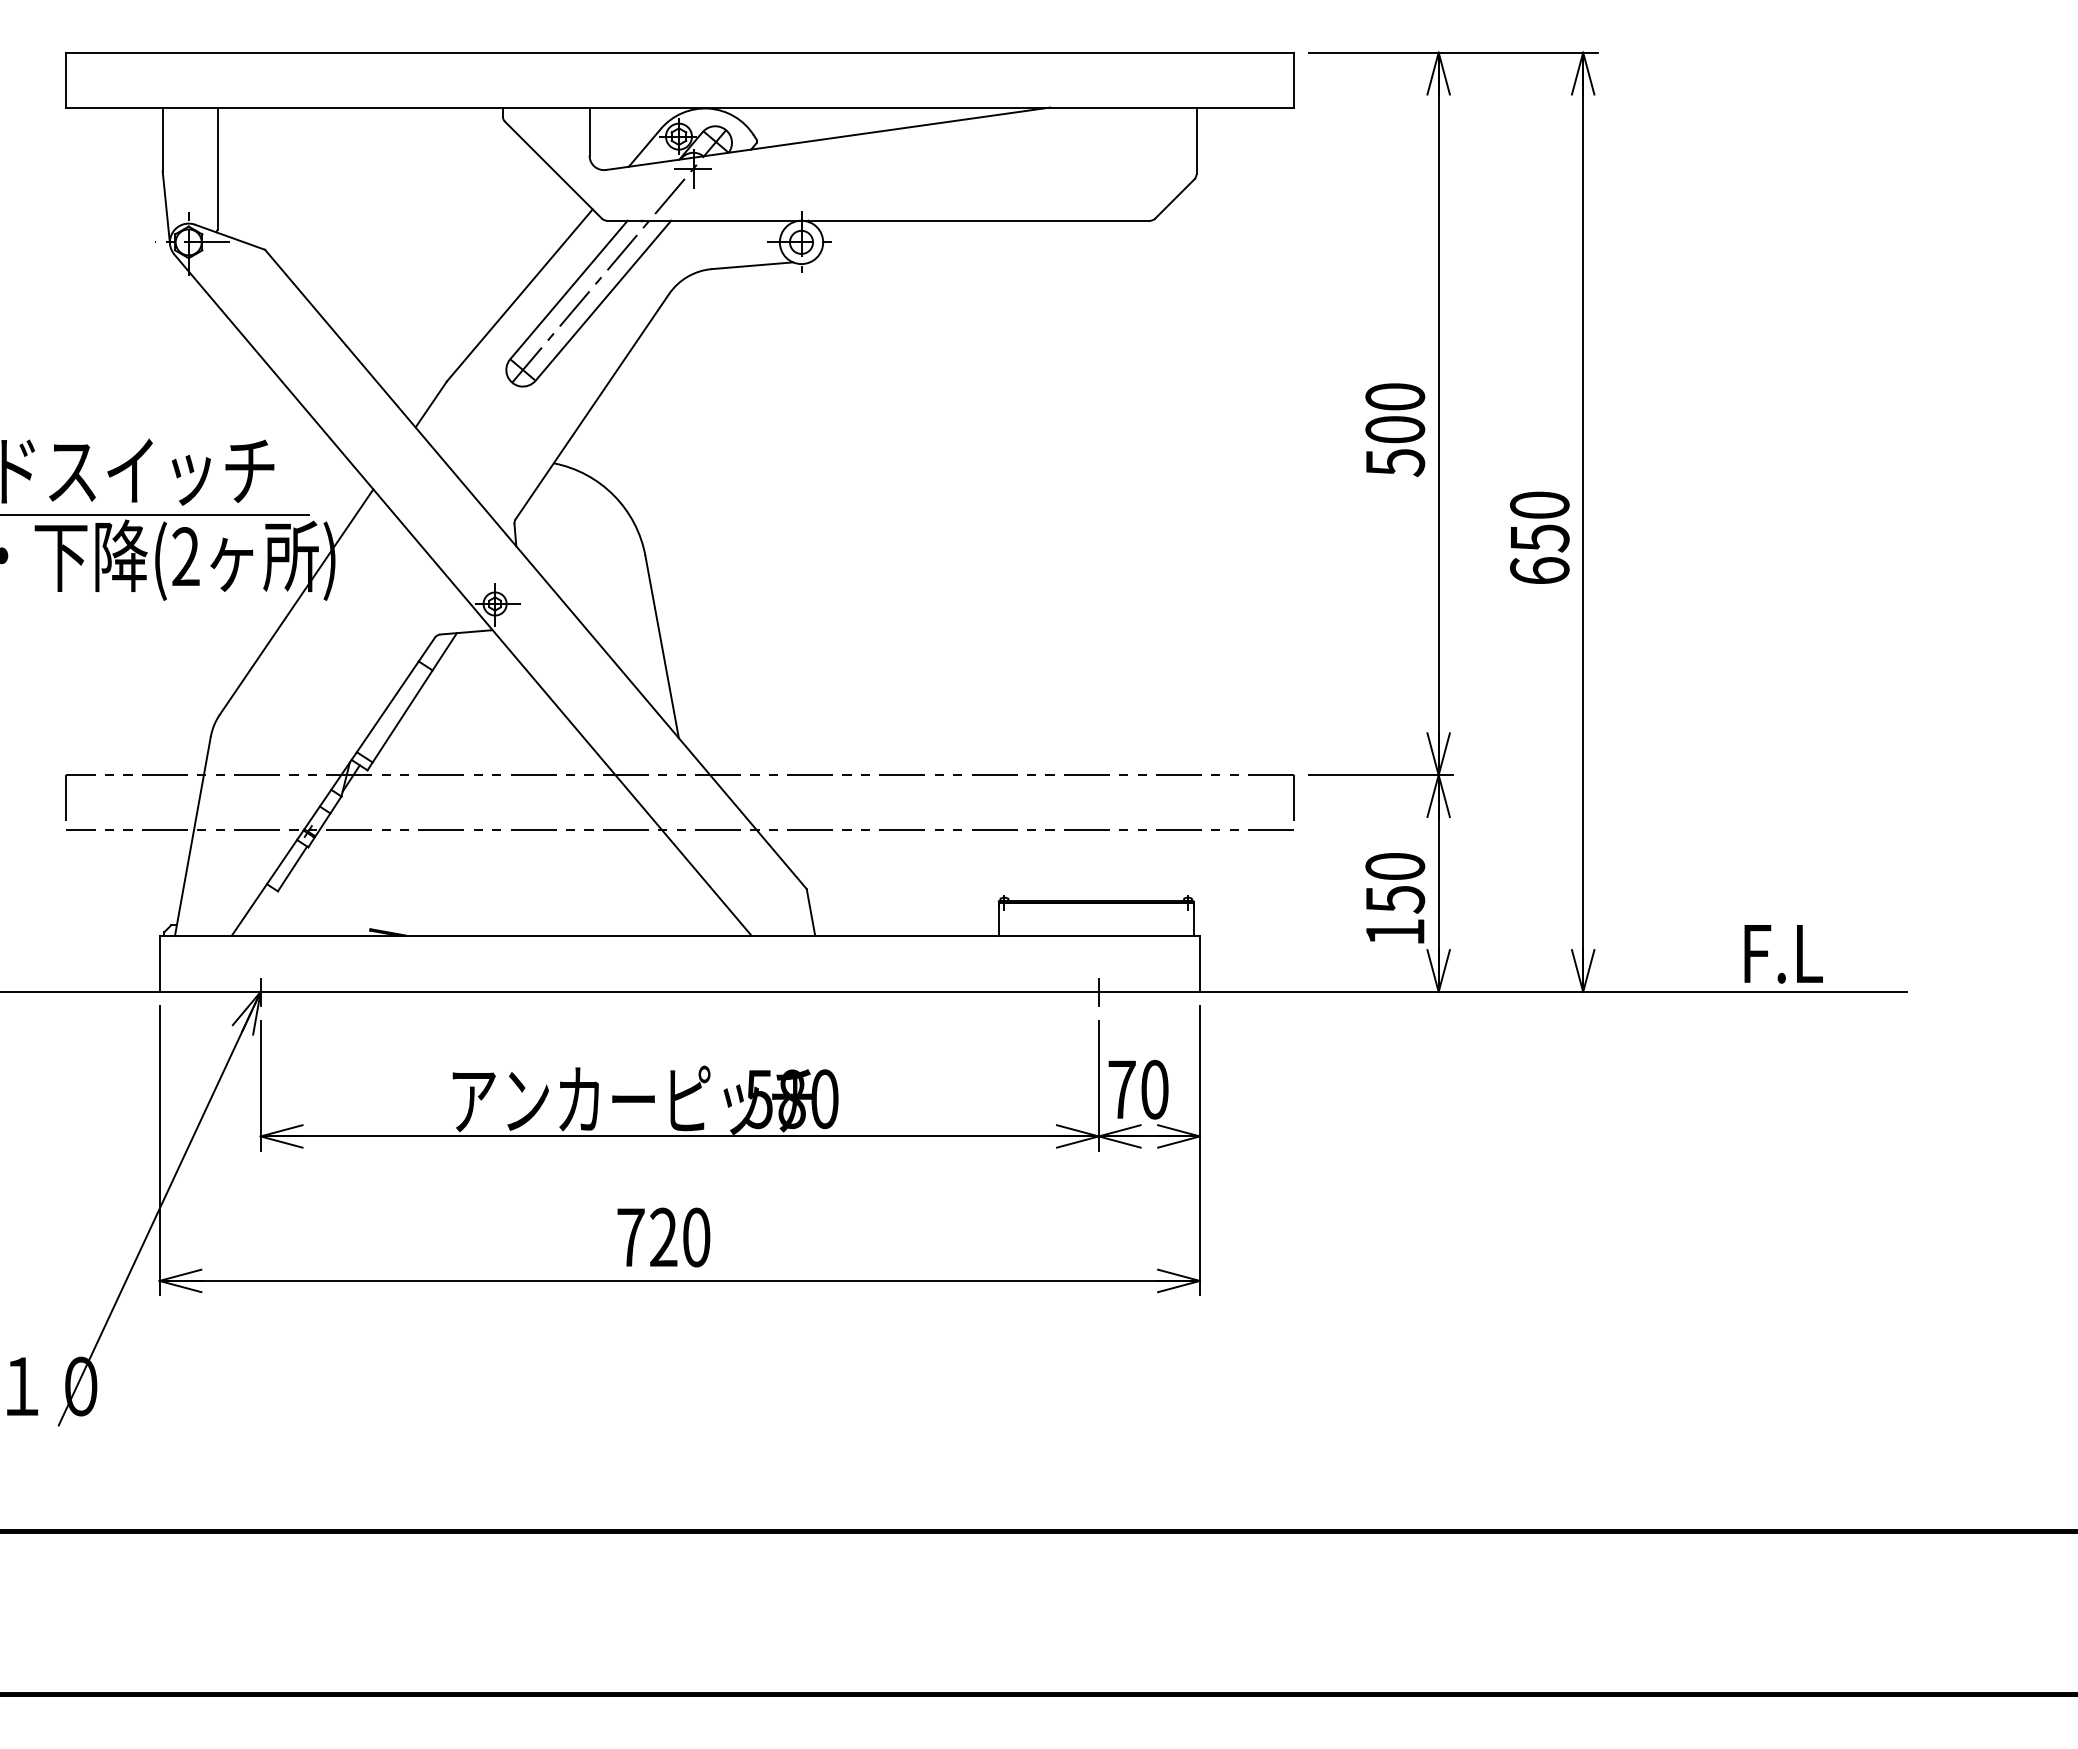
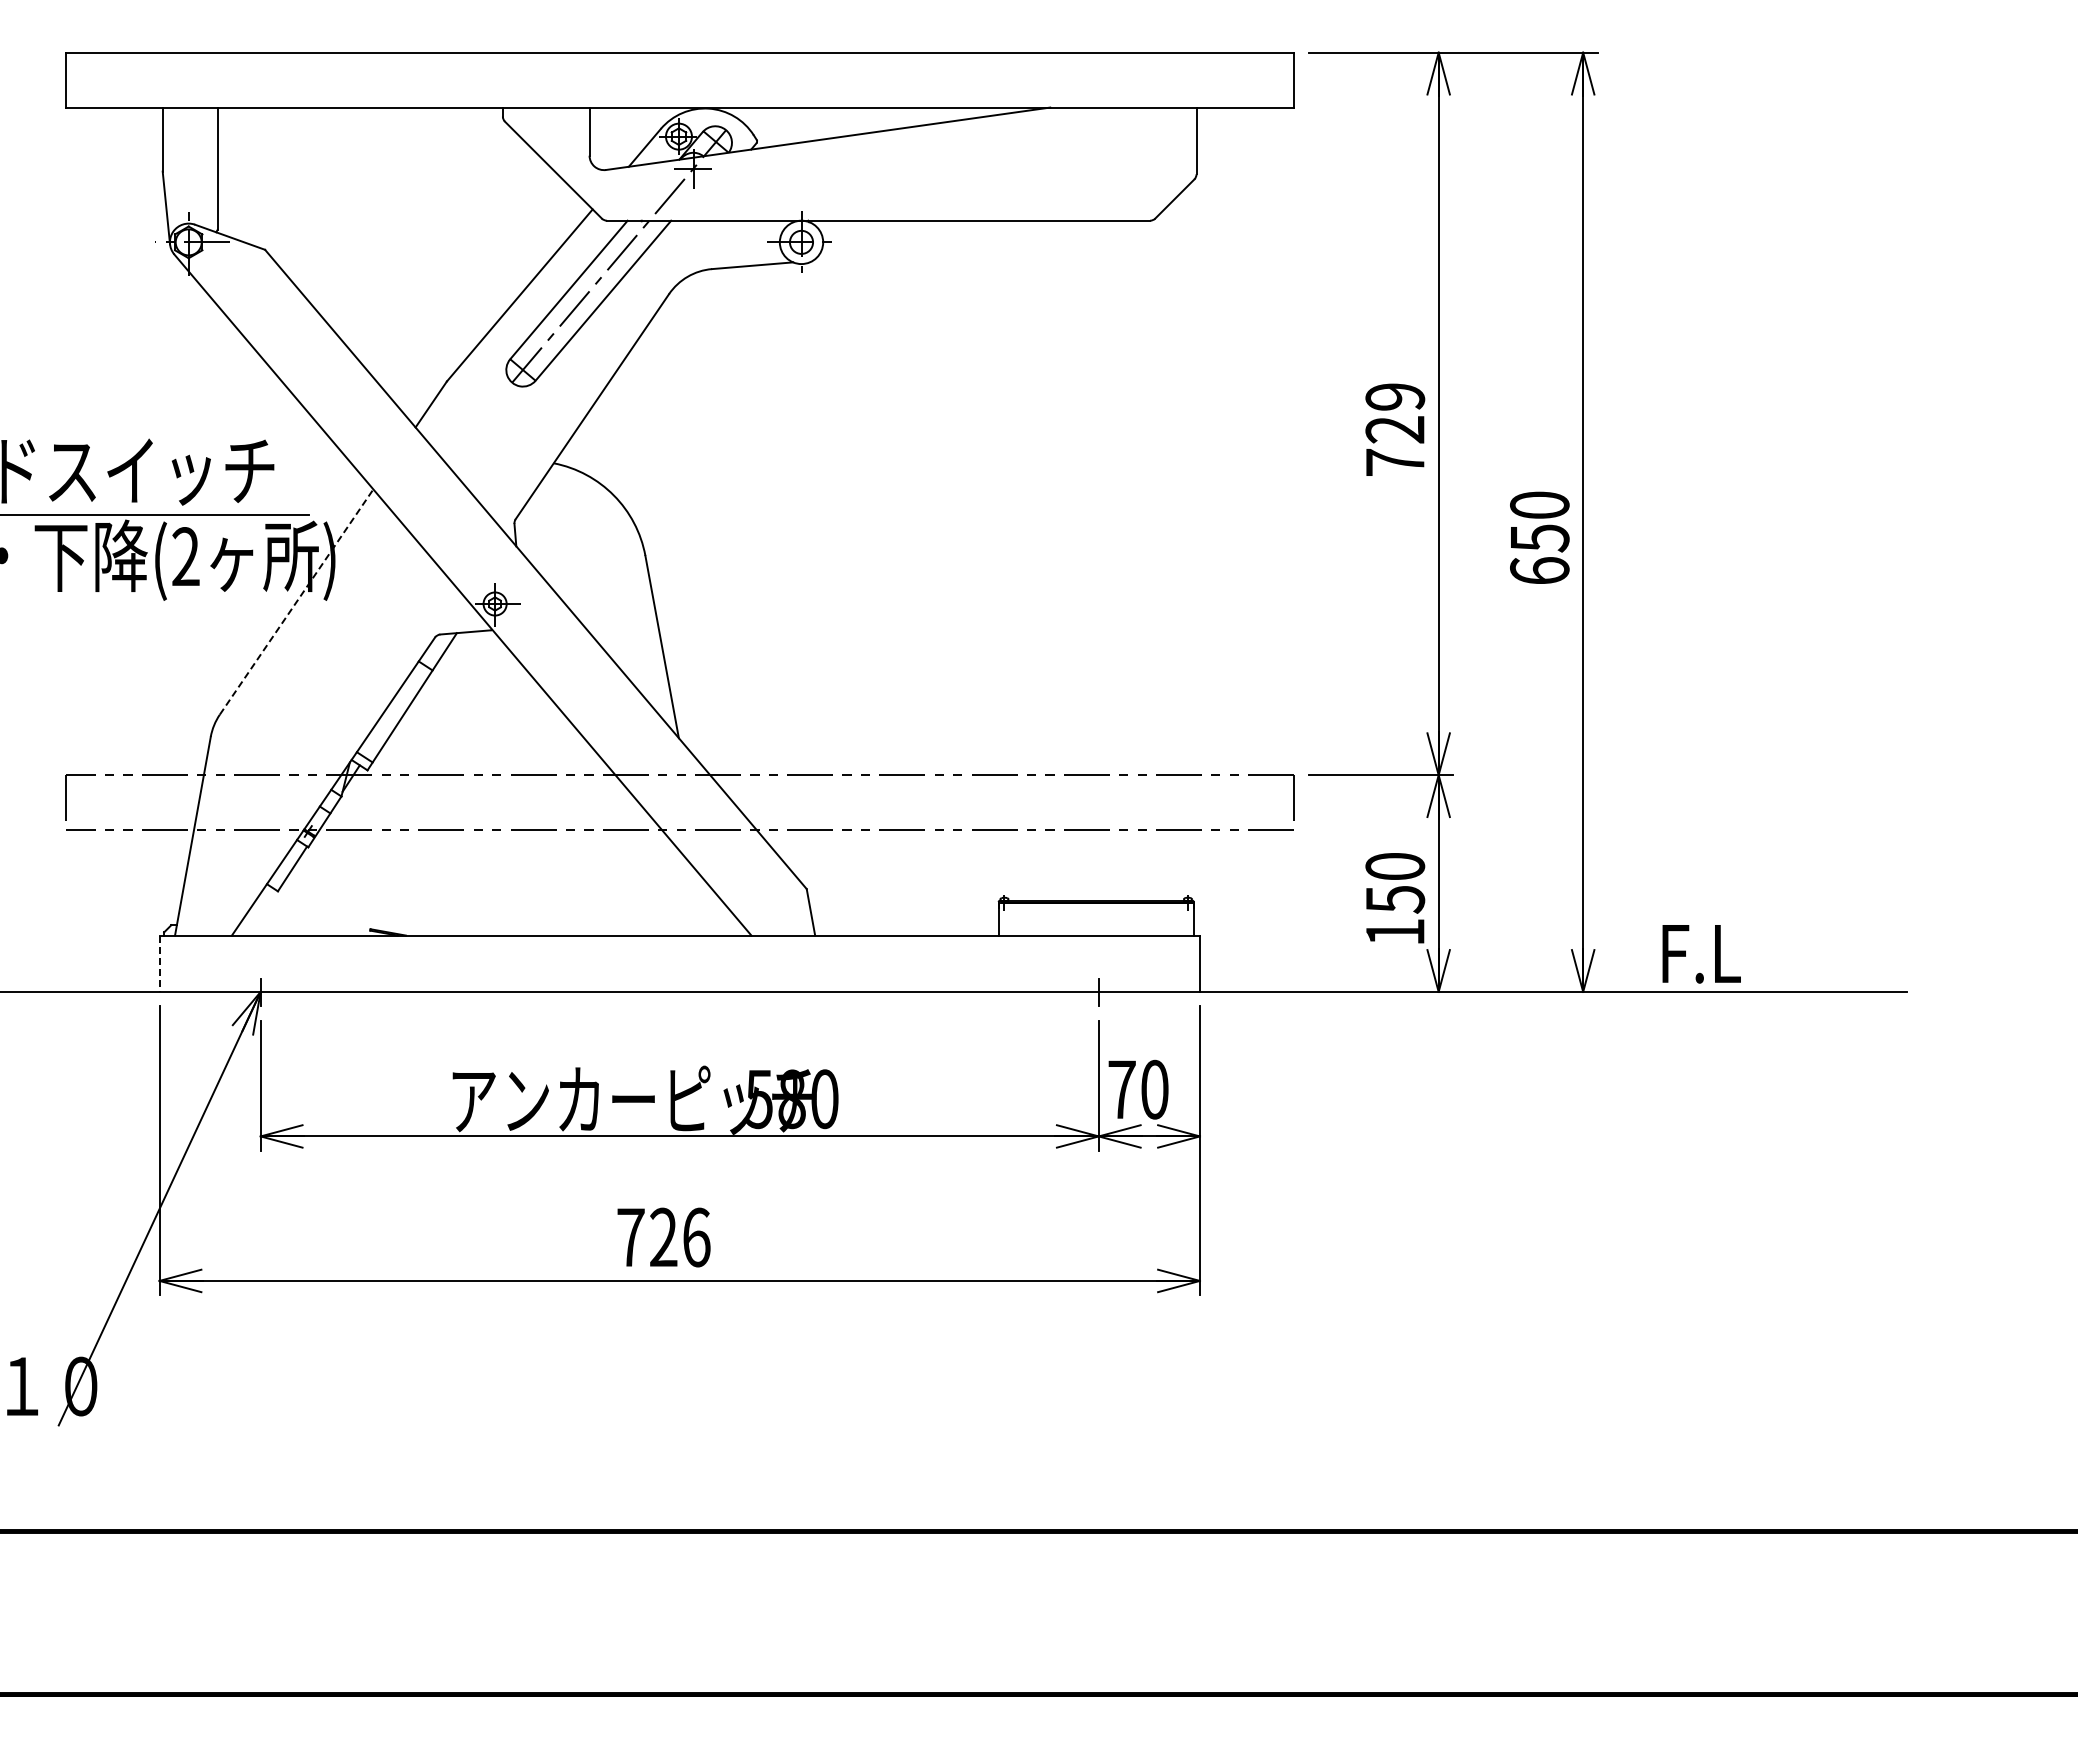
text at (1395, 430): 500 -> 729
line at (296, 601): solid -> dashed
text at (1783, 954) position: (1783, 954) -> (1701, 954)
line at (159, 964): solid -> dashed
text at (696, 1237): 720 -> 726
